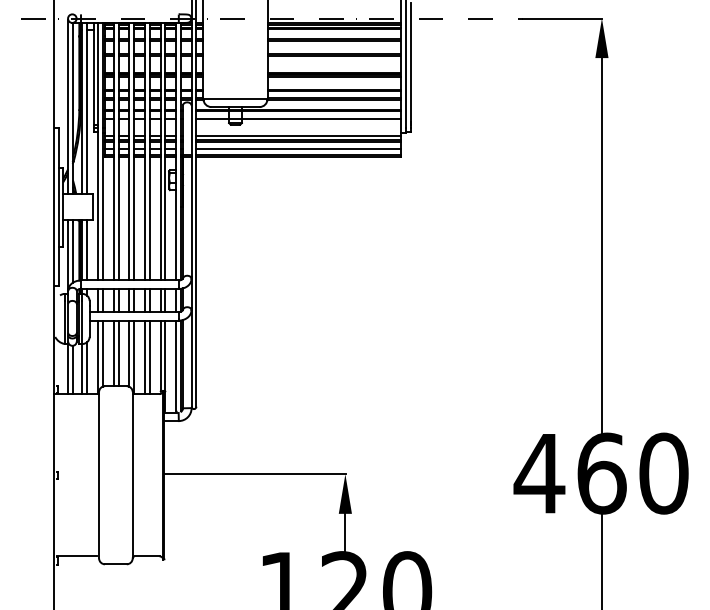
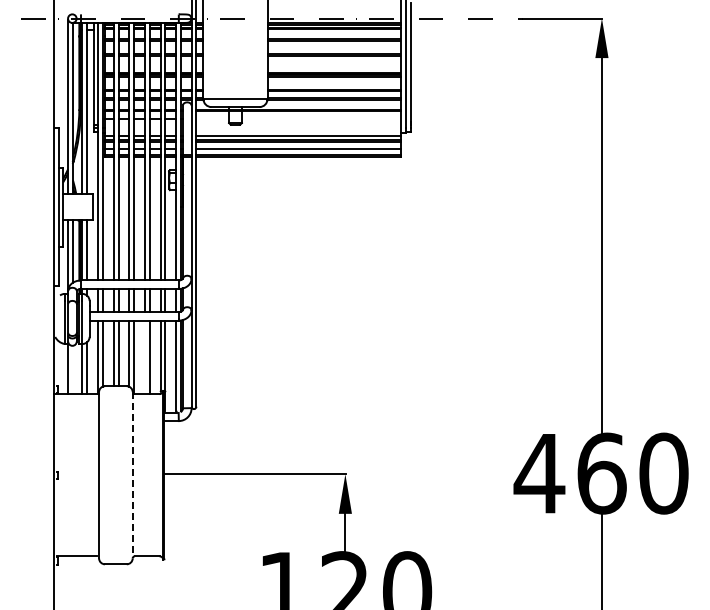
line at (298, 118): present -> none
line at (144, 357): present -> none
line at (73, 369): present -> none
line at (132, 475): solid -> dashed
